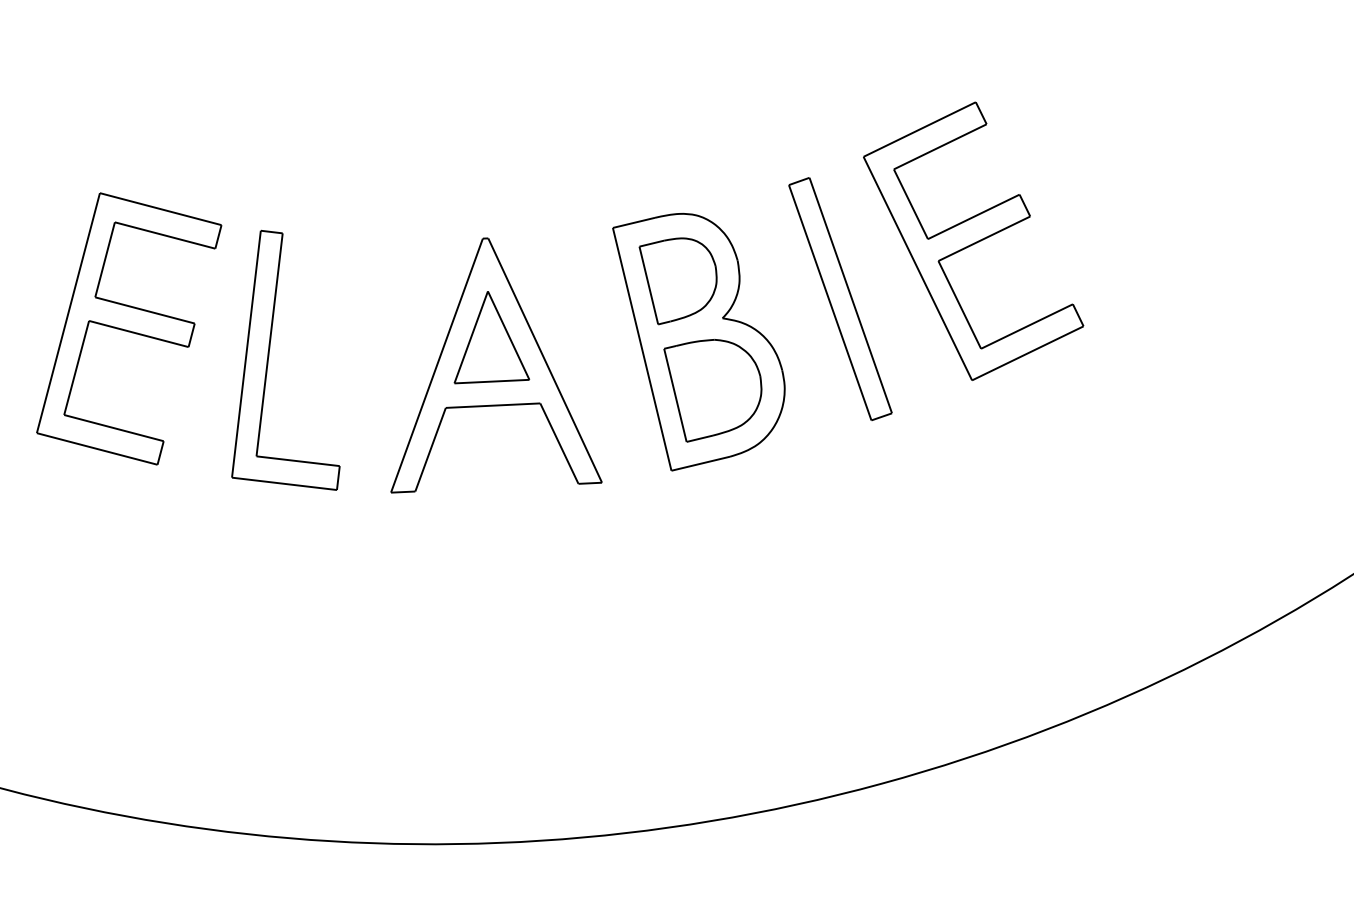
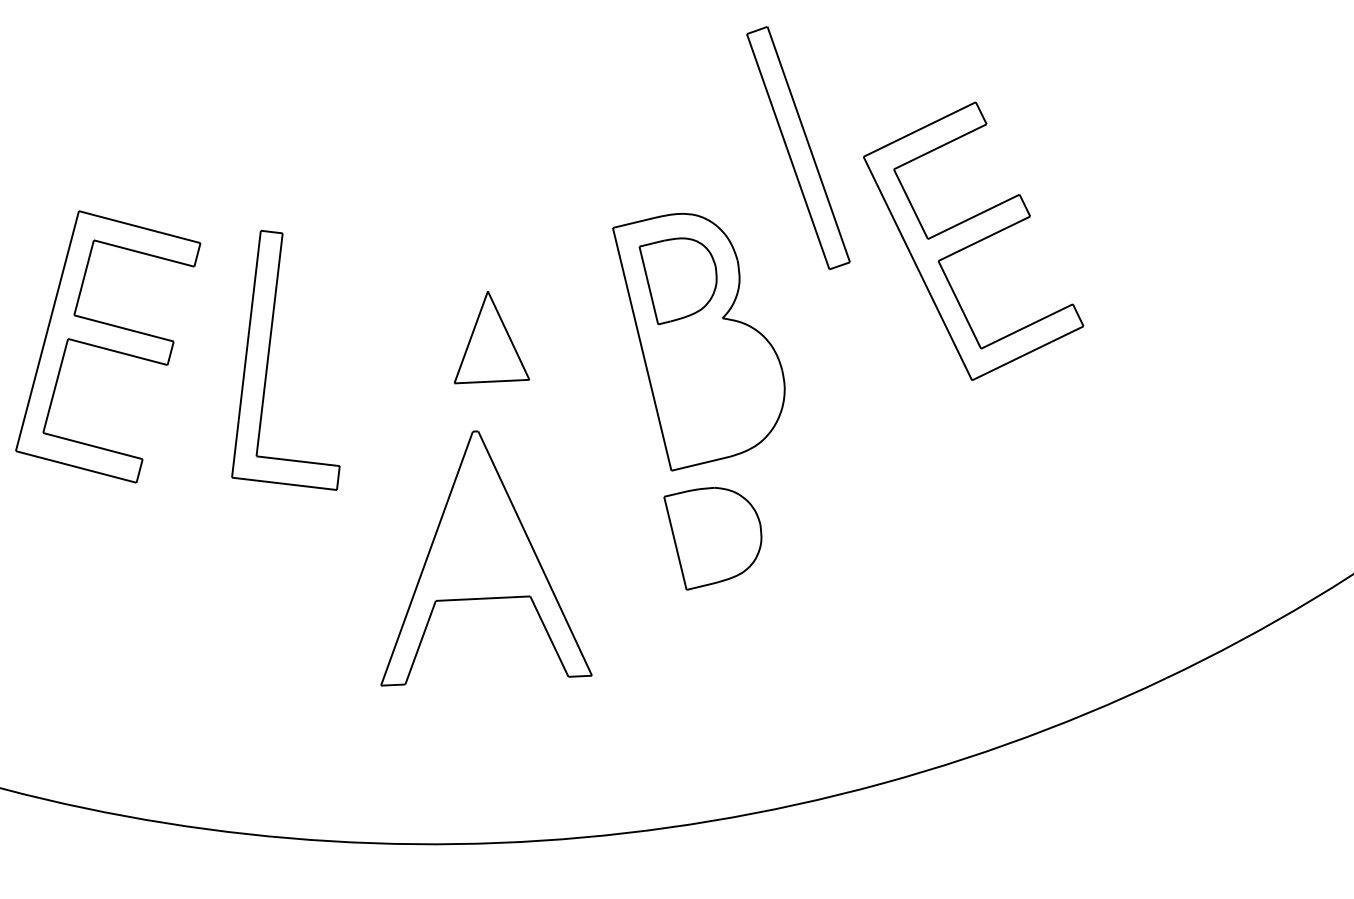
part at (840, 298) position: (840, 298) -> (798, 147)
part at (129, 328) position: (129, 328) -> (108, 346)
part at (496, 365) position: (496, 365) -> (486, 558)
part at (712, 390) position: (712, 390) -> (712, 538)
